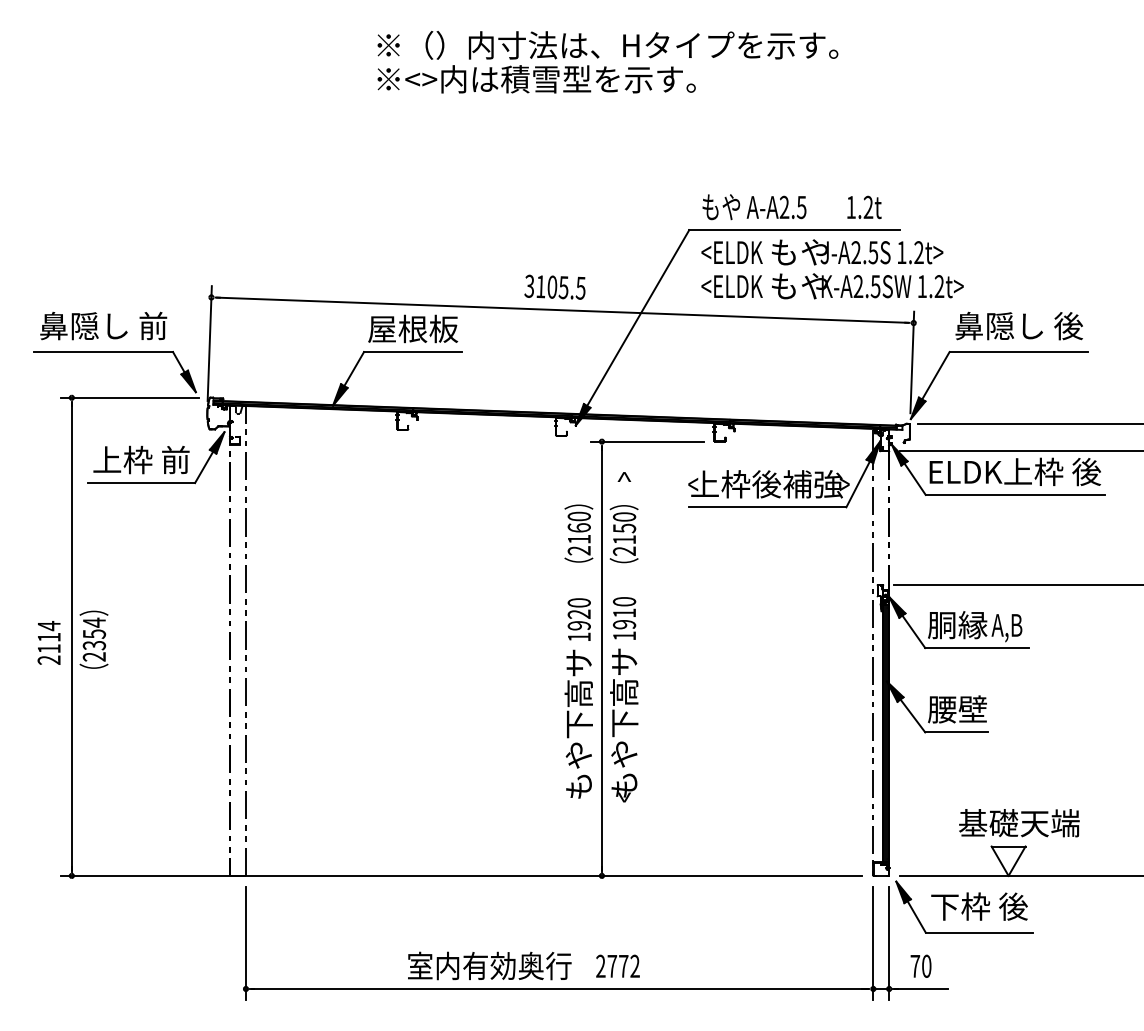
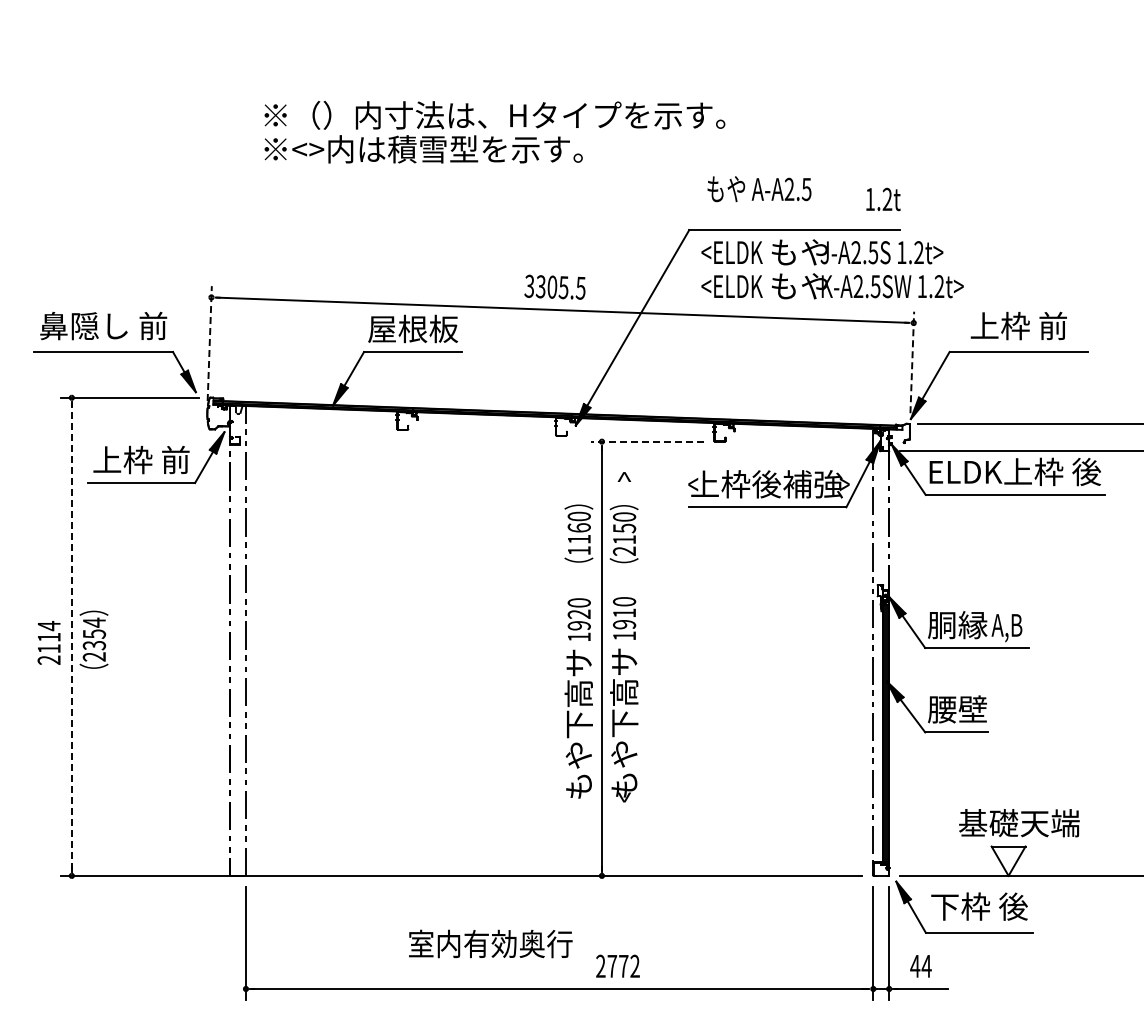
text at (607, 62) position: (607, 62) -> (494, 132)
text at (754, 207) position: (754, 207) -> (759, 189)
text at (864, 207) position: (864, 207) -> (883, 199)
text at (540, 286): 3105.5 -> 3305.5
text at (1018, 325): 鼻隠し 後 -> 上枠 前
line at (209, 343): solid -> dashed
line at (912, 362): solid -> dashed
line at (647, 441): solid -> dashed
text at (578, 550): 2160 -> 1160
line at (1017, 585): present -> none
line at (71, 636): solid -> dashed
text at (489, 965) position: (489, 965) -> (490, 943)
text at (920, 965): 70 -> 44
